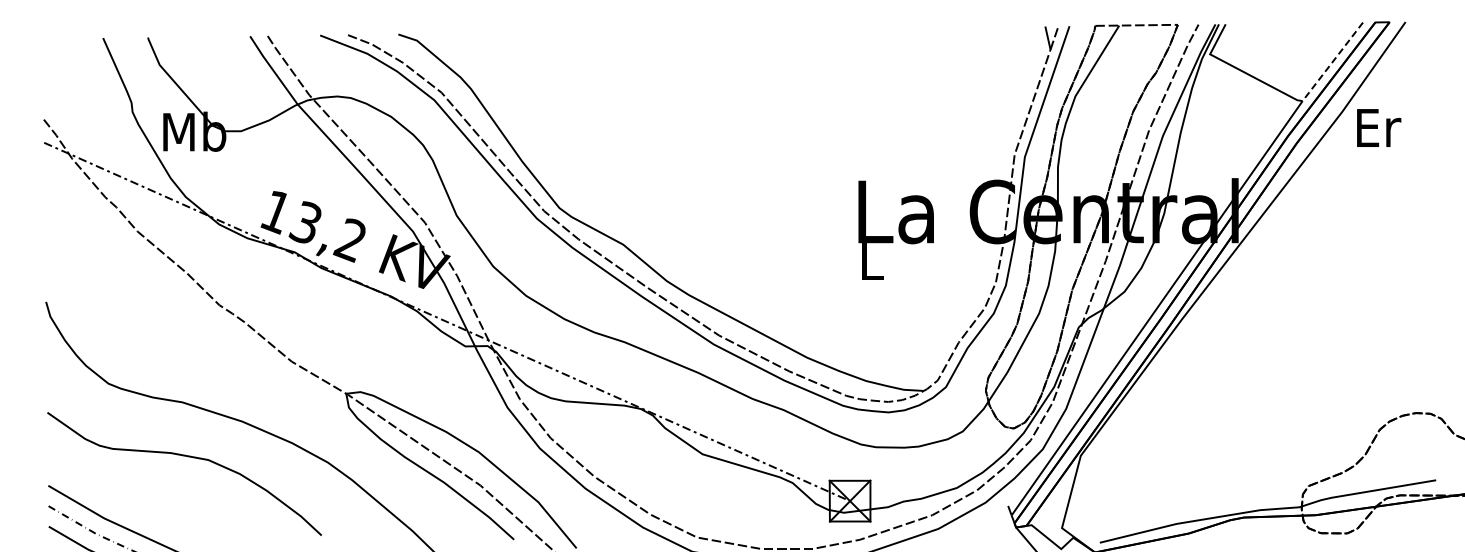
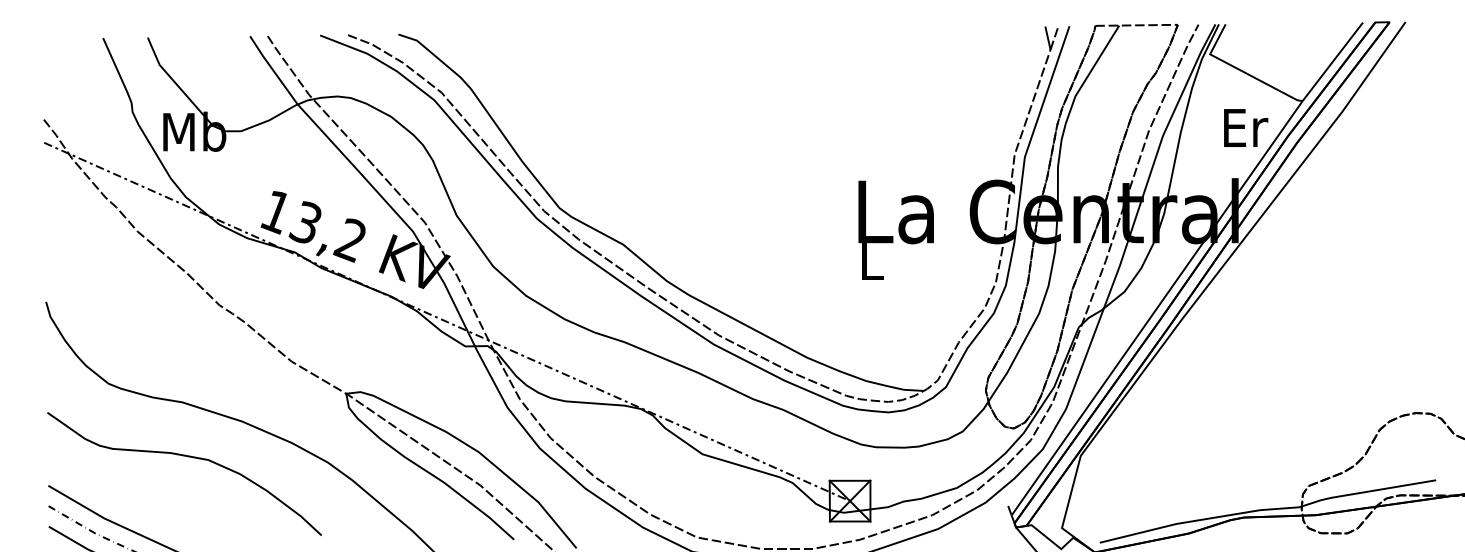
line at (1332, 61): dashed -> solid
text at (1379, 127) position: (1379, 127) -> (1246, 127)
